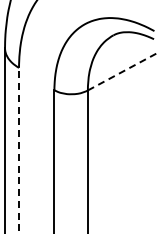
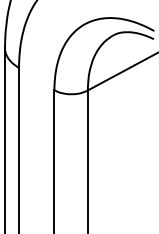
line at (123, 71): dashed -> solid
line at (19, 150): dashed -> solid
